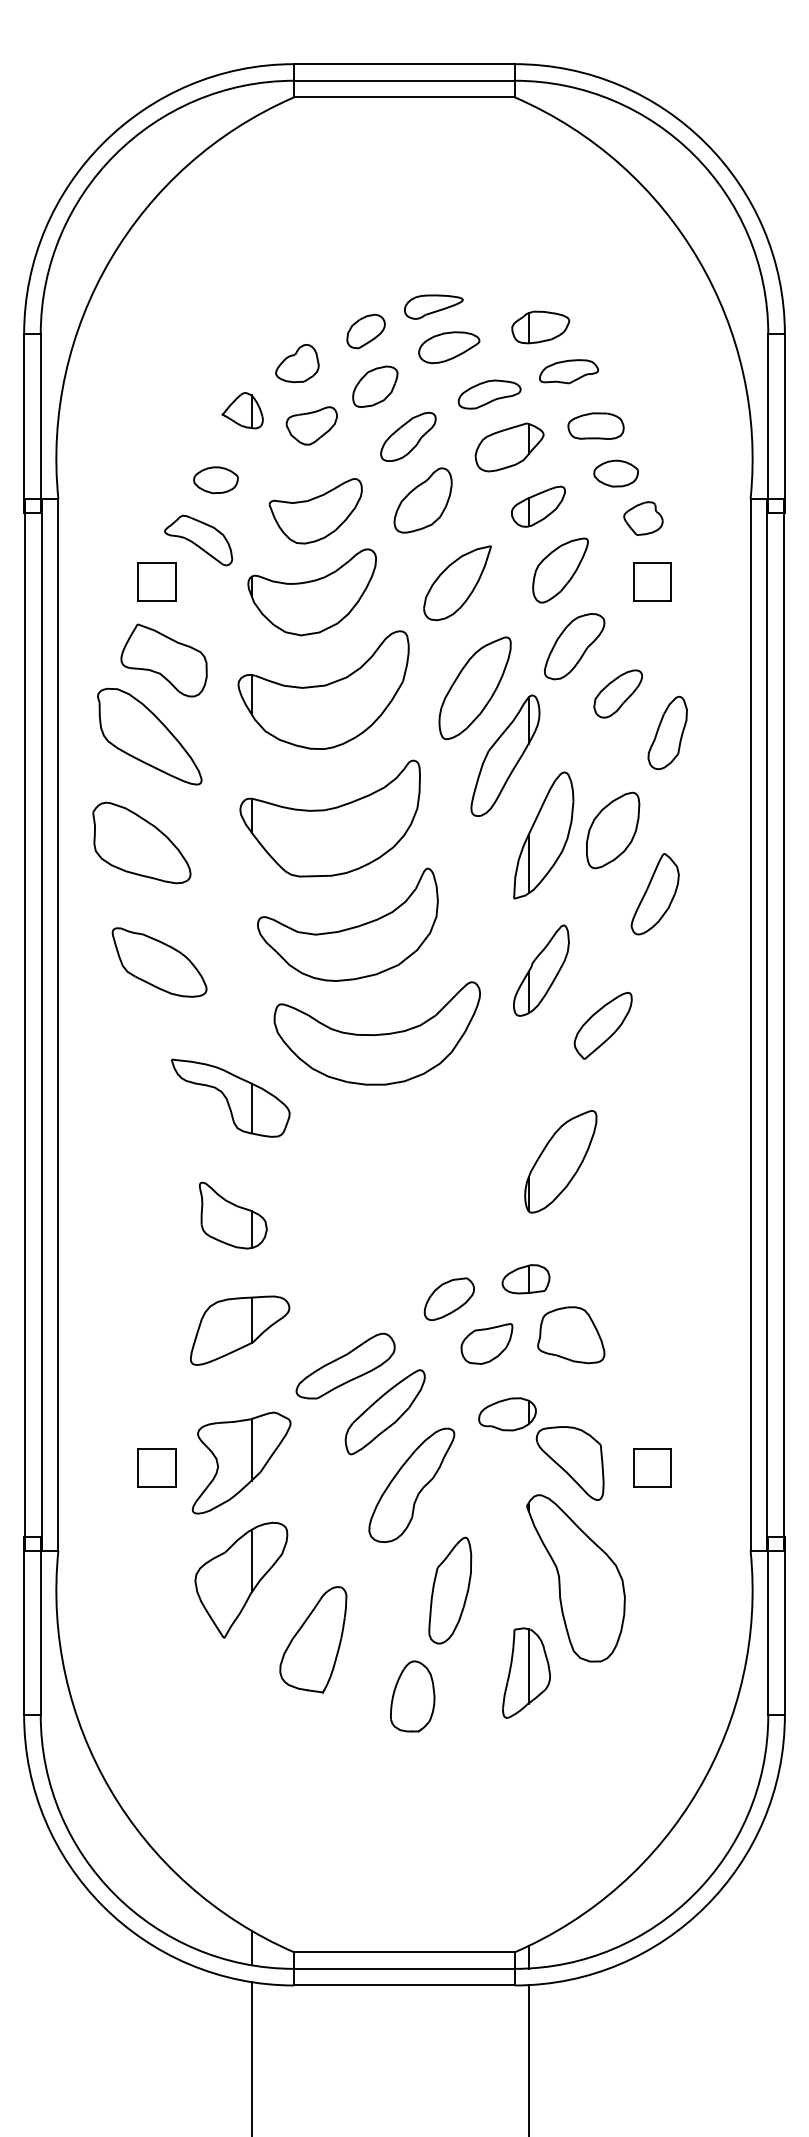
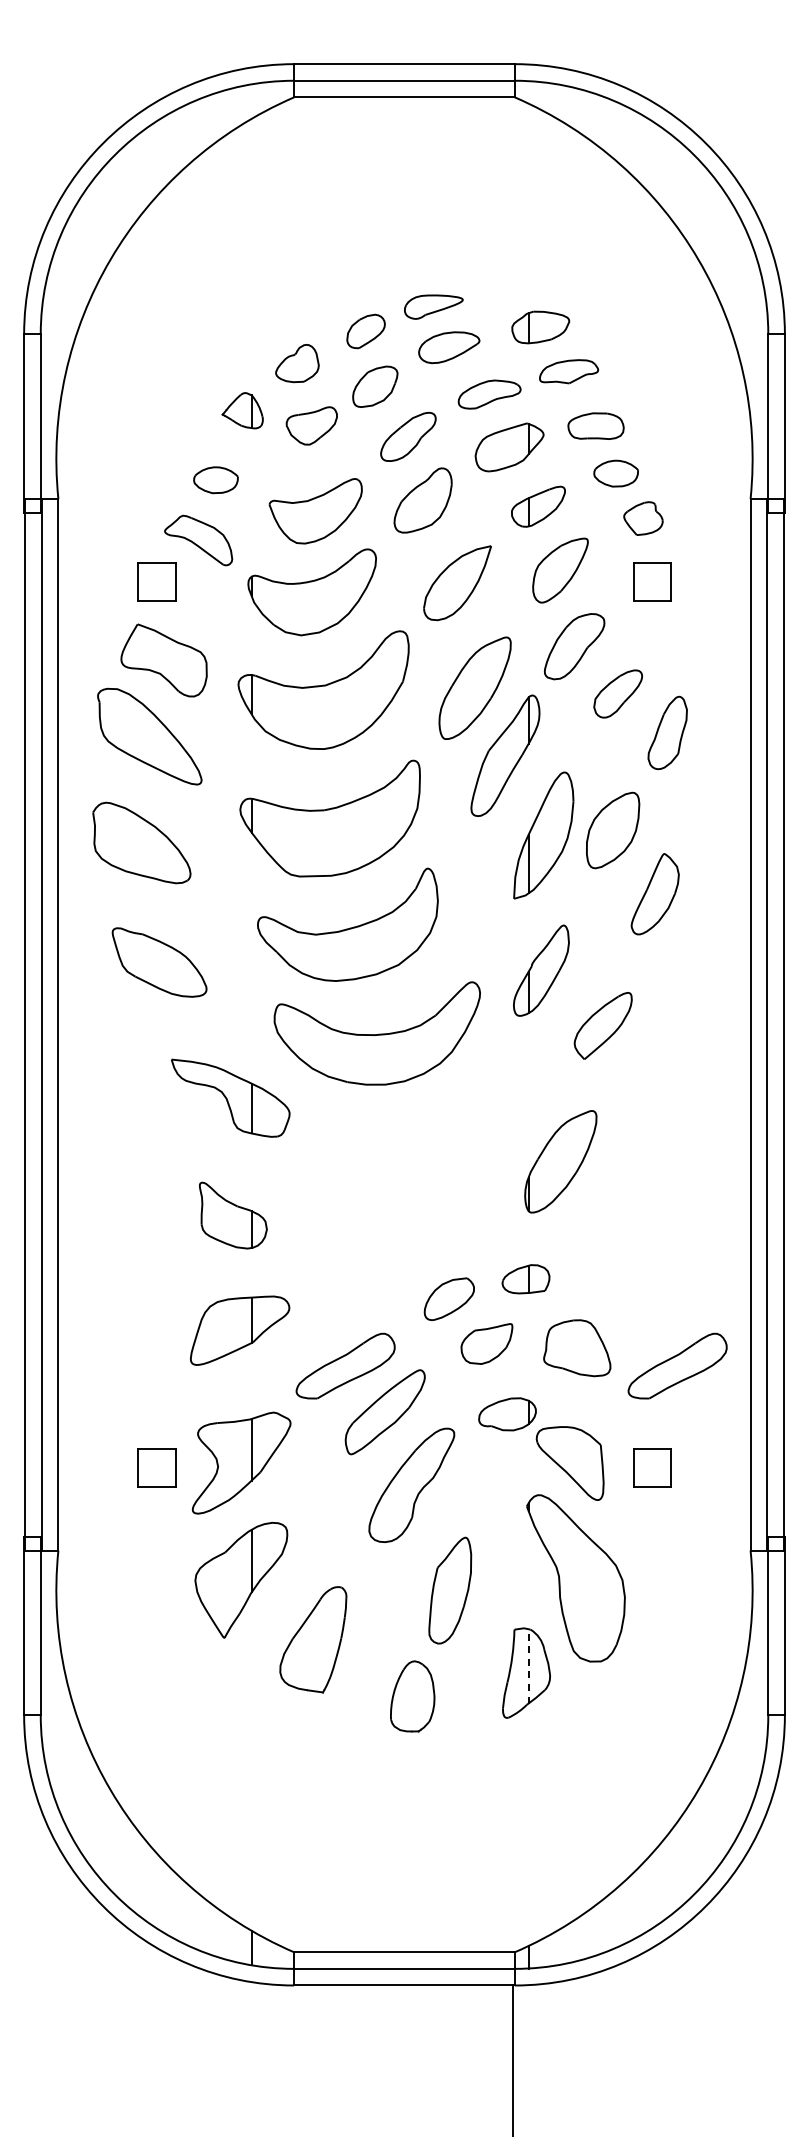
part at (571, 1335) position: (571, 1335) -> (577, 1348)
part at (677, 1365): none -> present
line at (528, 1665): solid -> dashed
line at (251, 2057): present -> none
line at (528, 2059) position: (528, 2059) -> (512, 2059)
